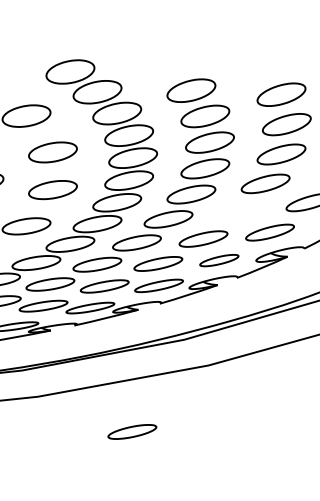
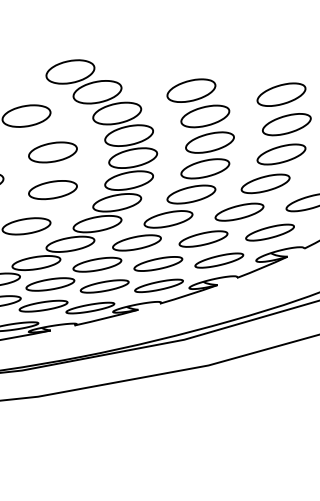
part at (239, 211): none -> present
part at (219, 260) size: 41x14 px -> 51x17 px
part at (132, 431): present -> none
